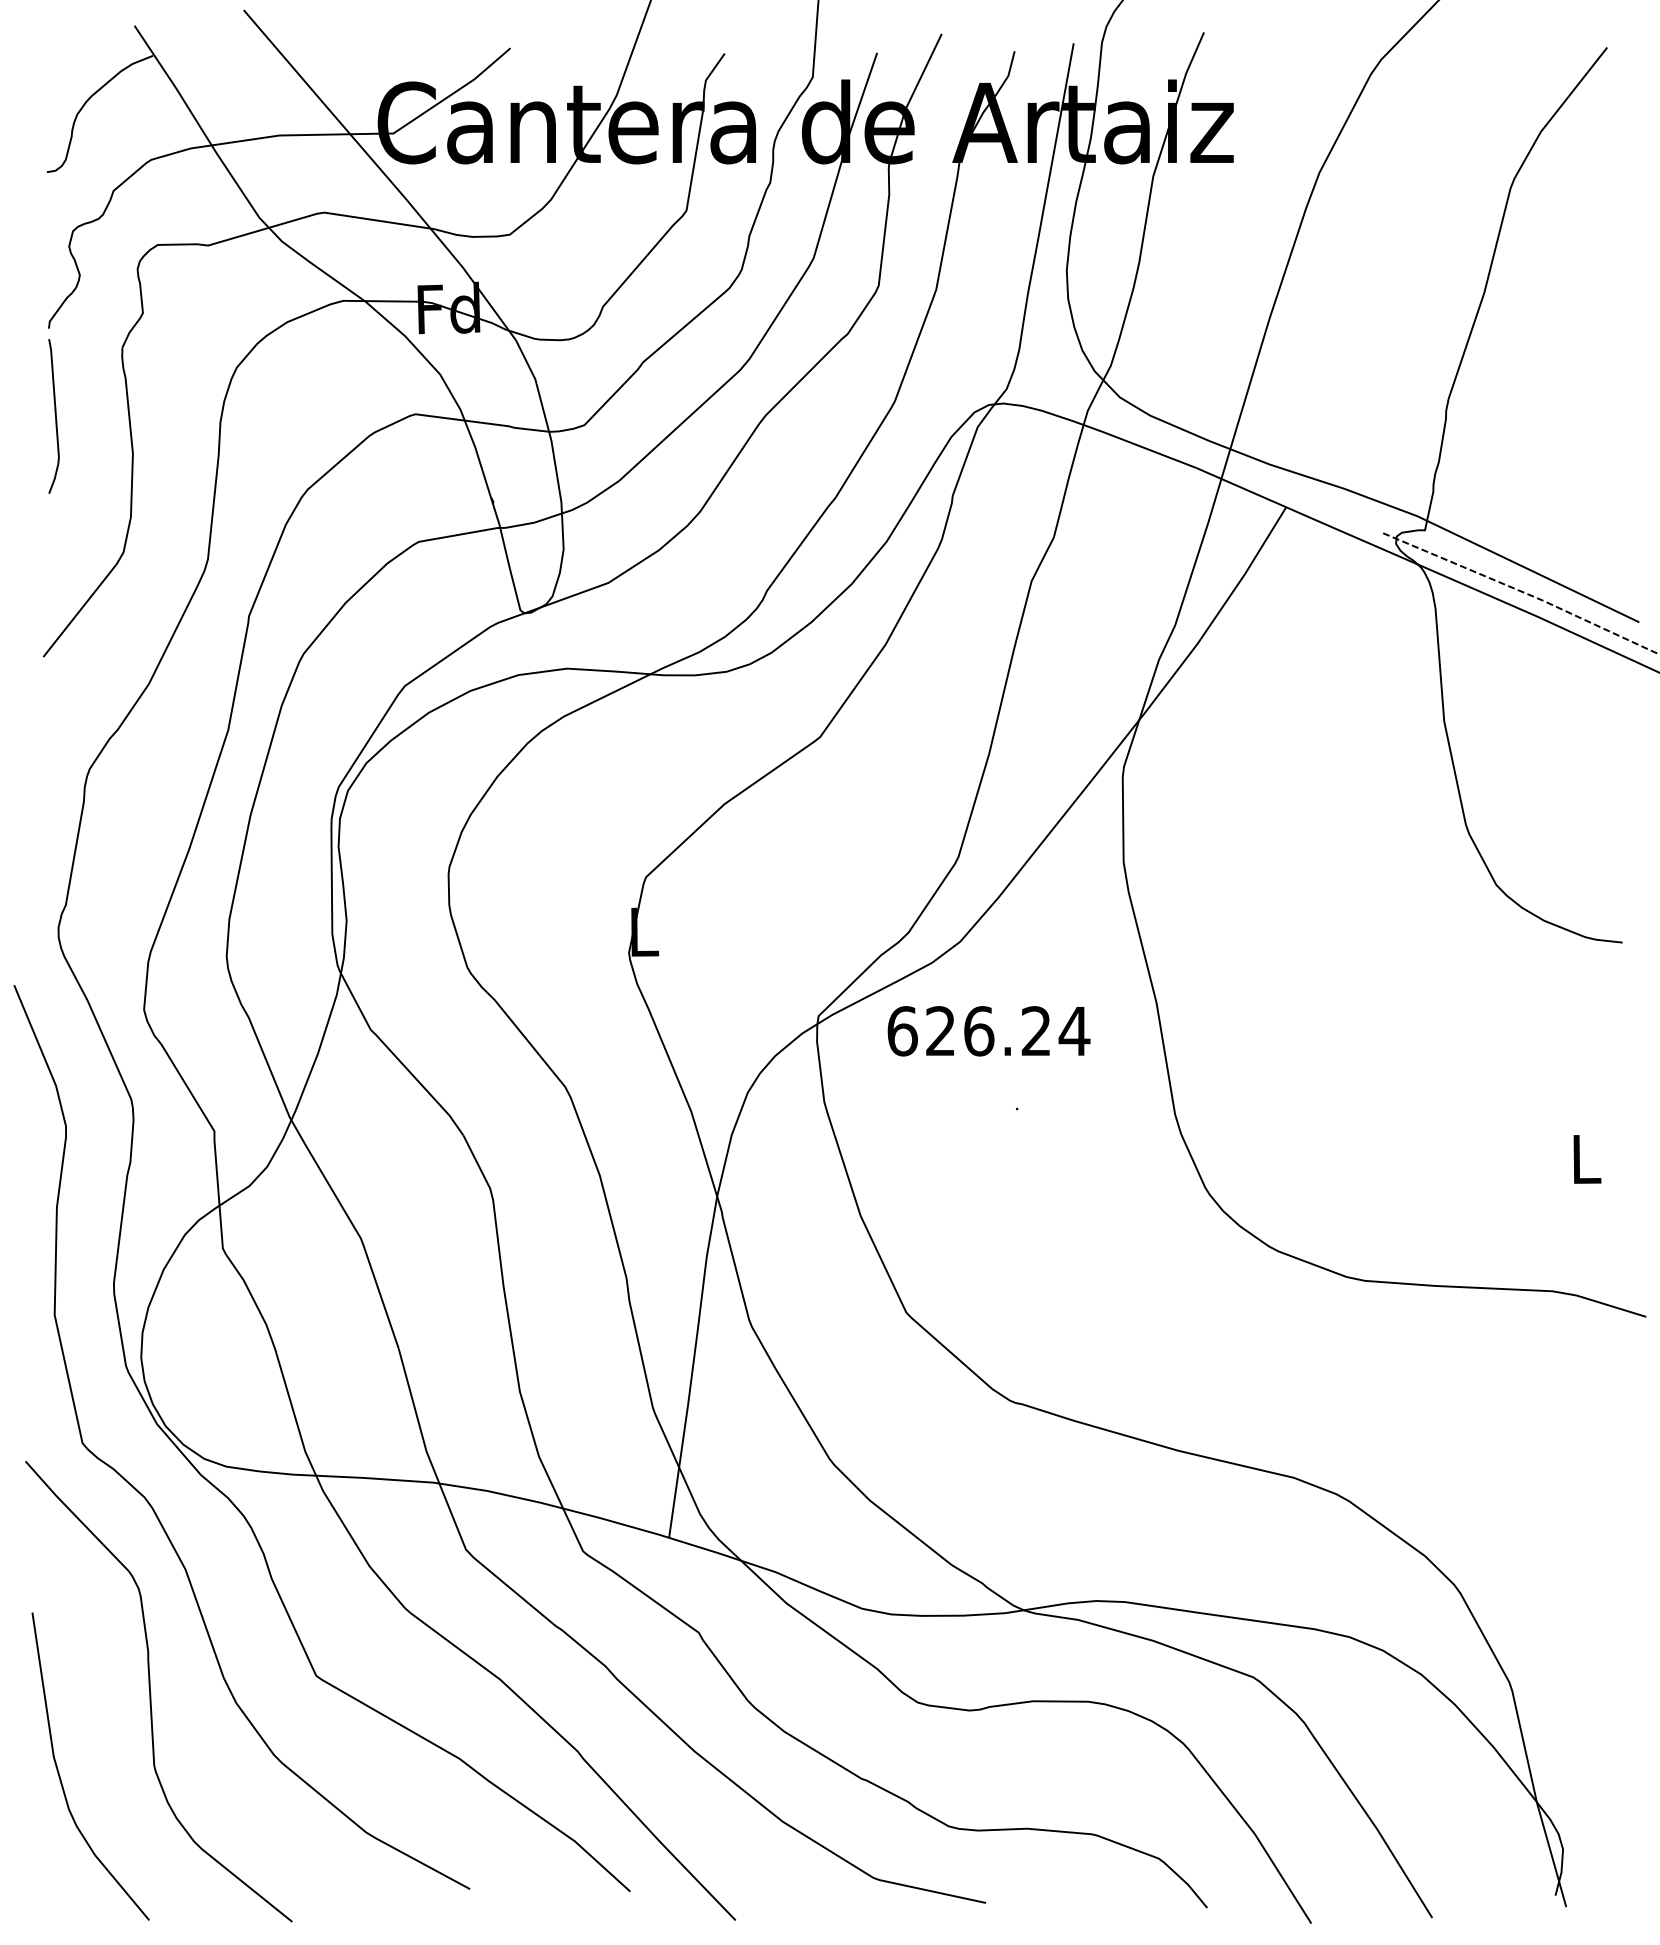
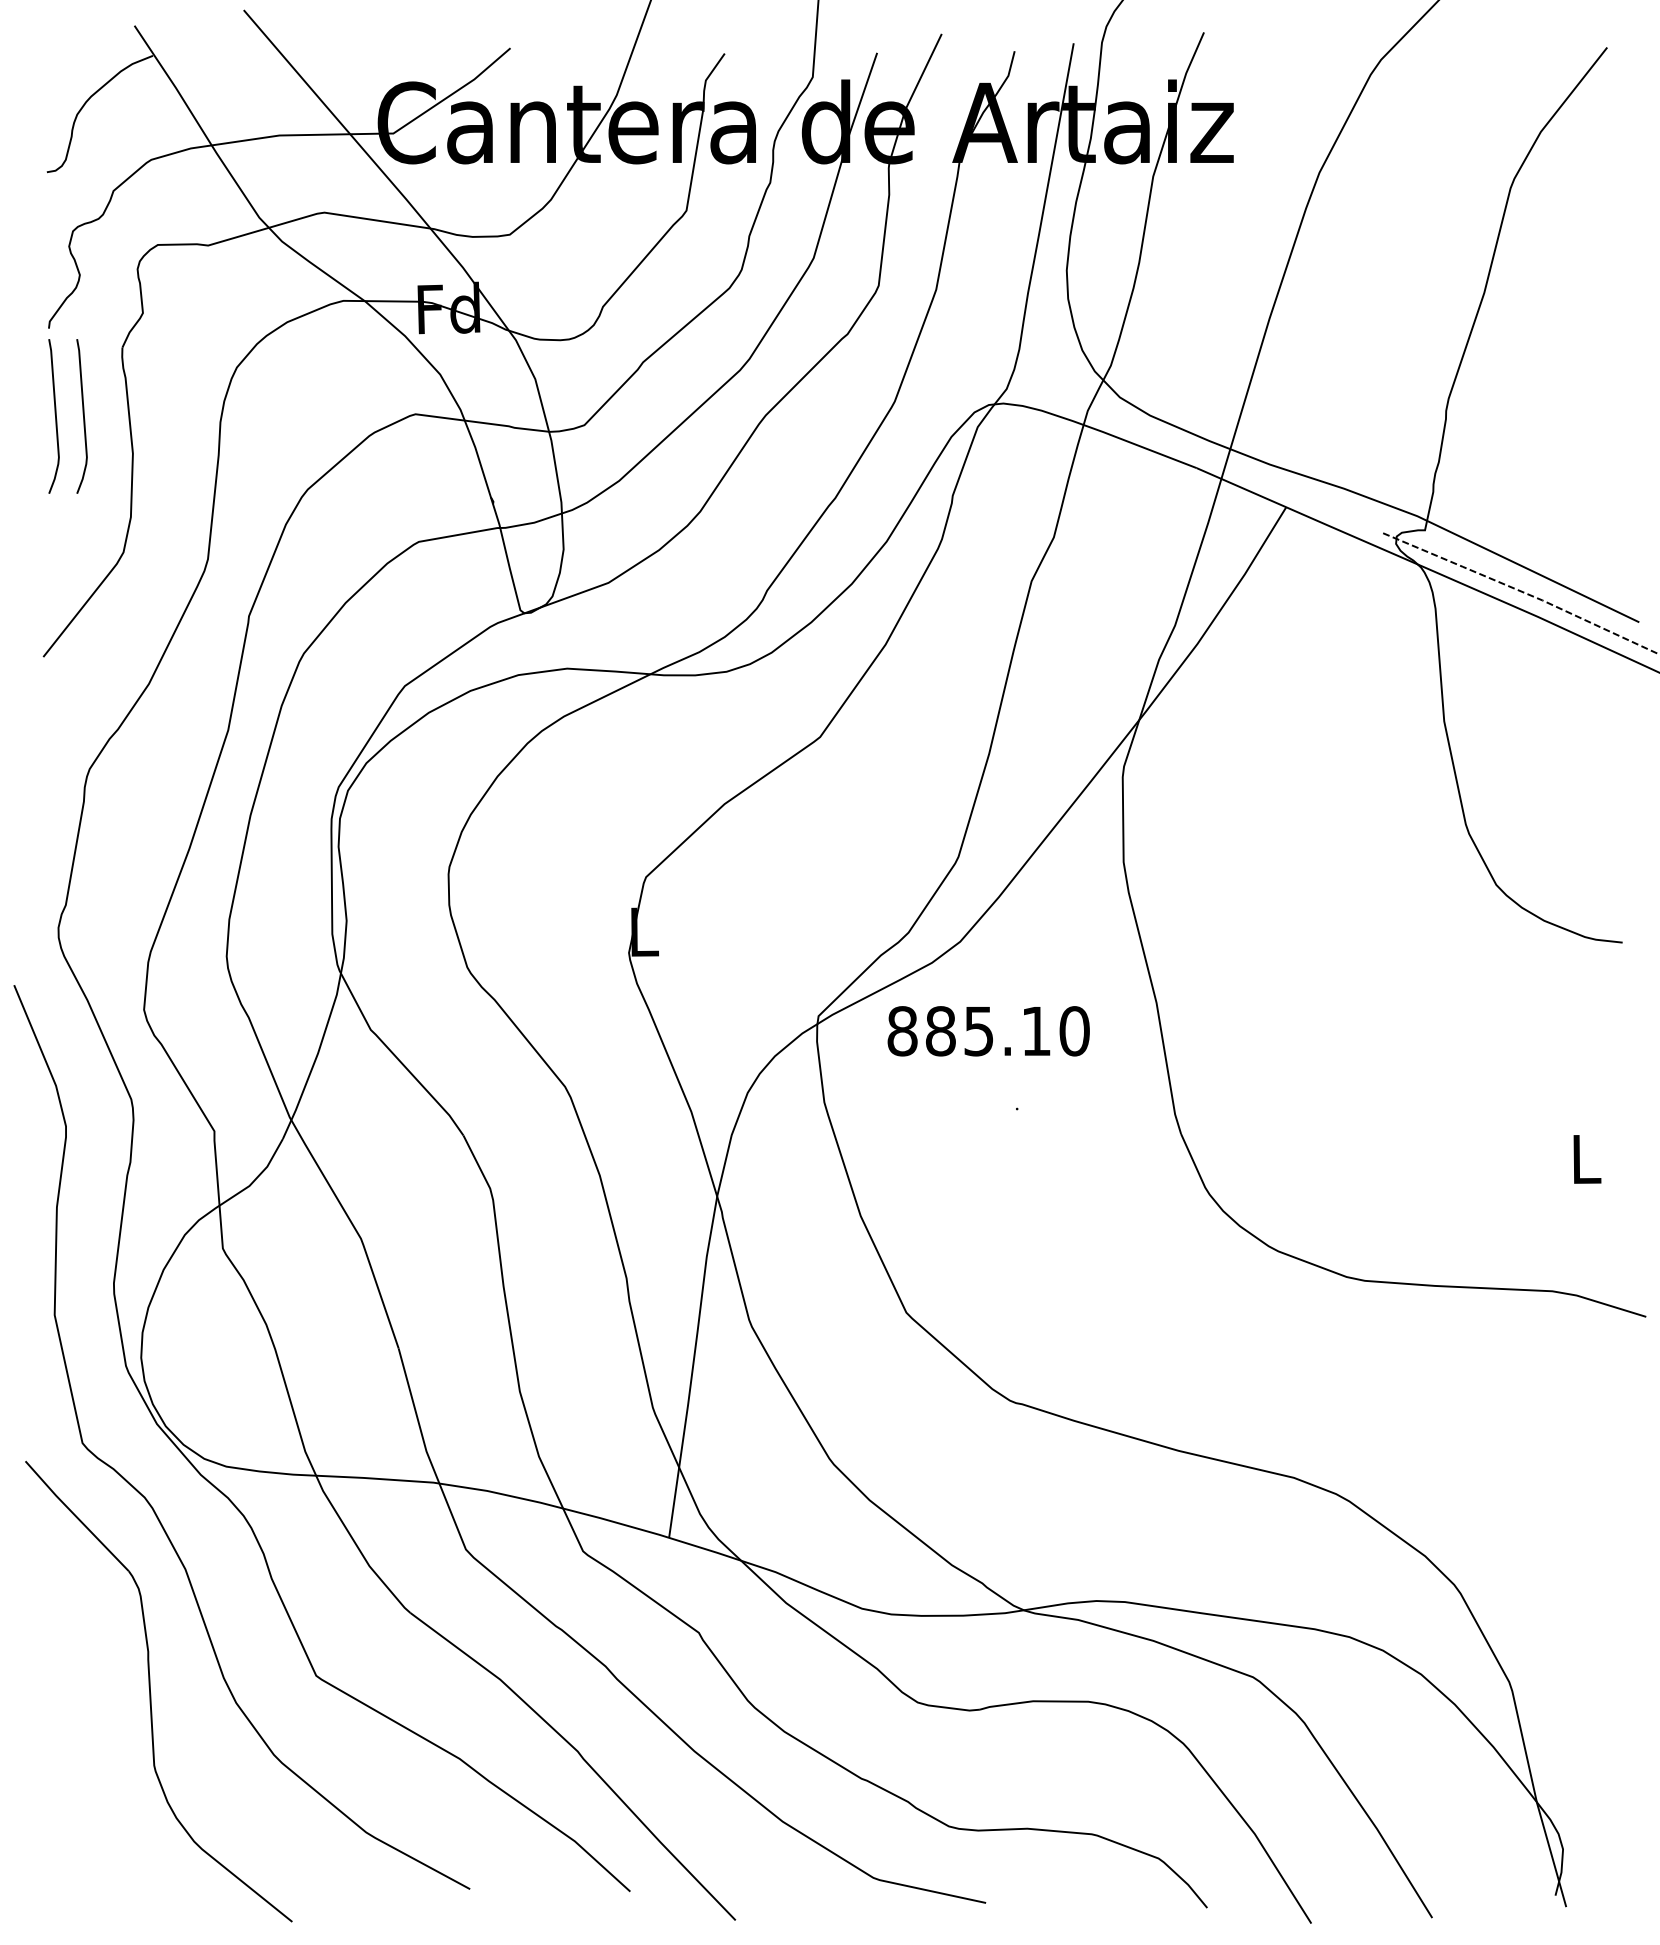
curve at (83, 416): none -> present
text at (988, 1031): 626.24 -> 885.10
curve at (60, 1775): present -> none
